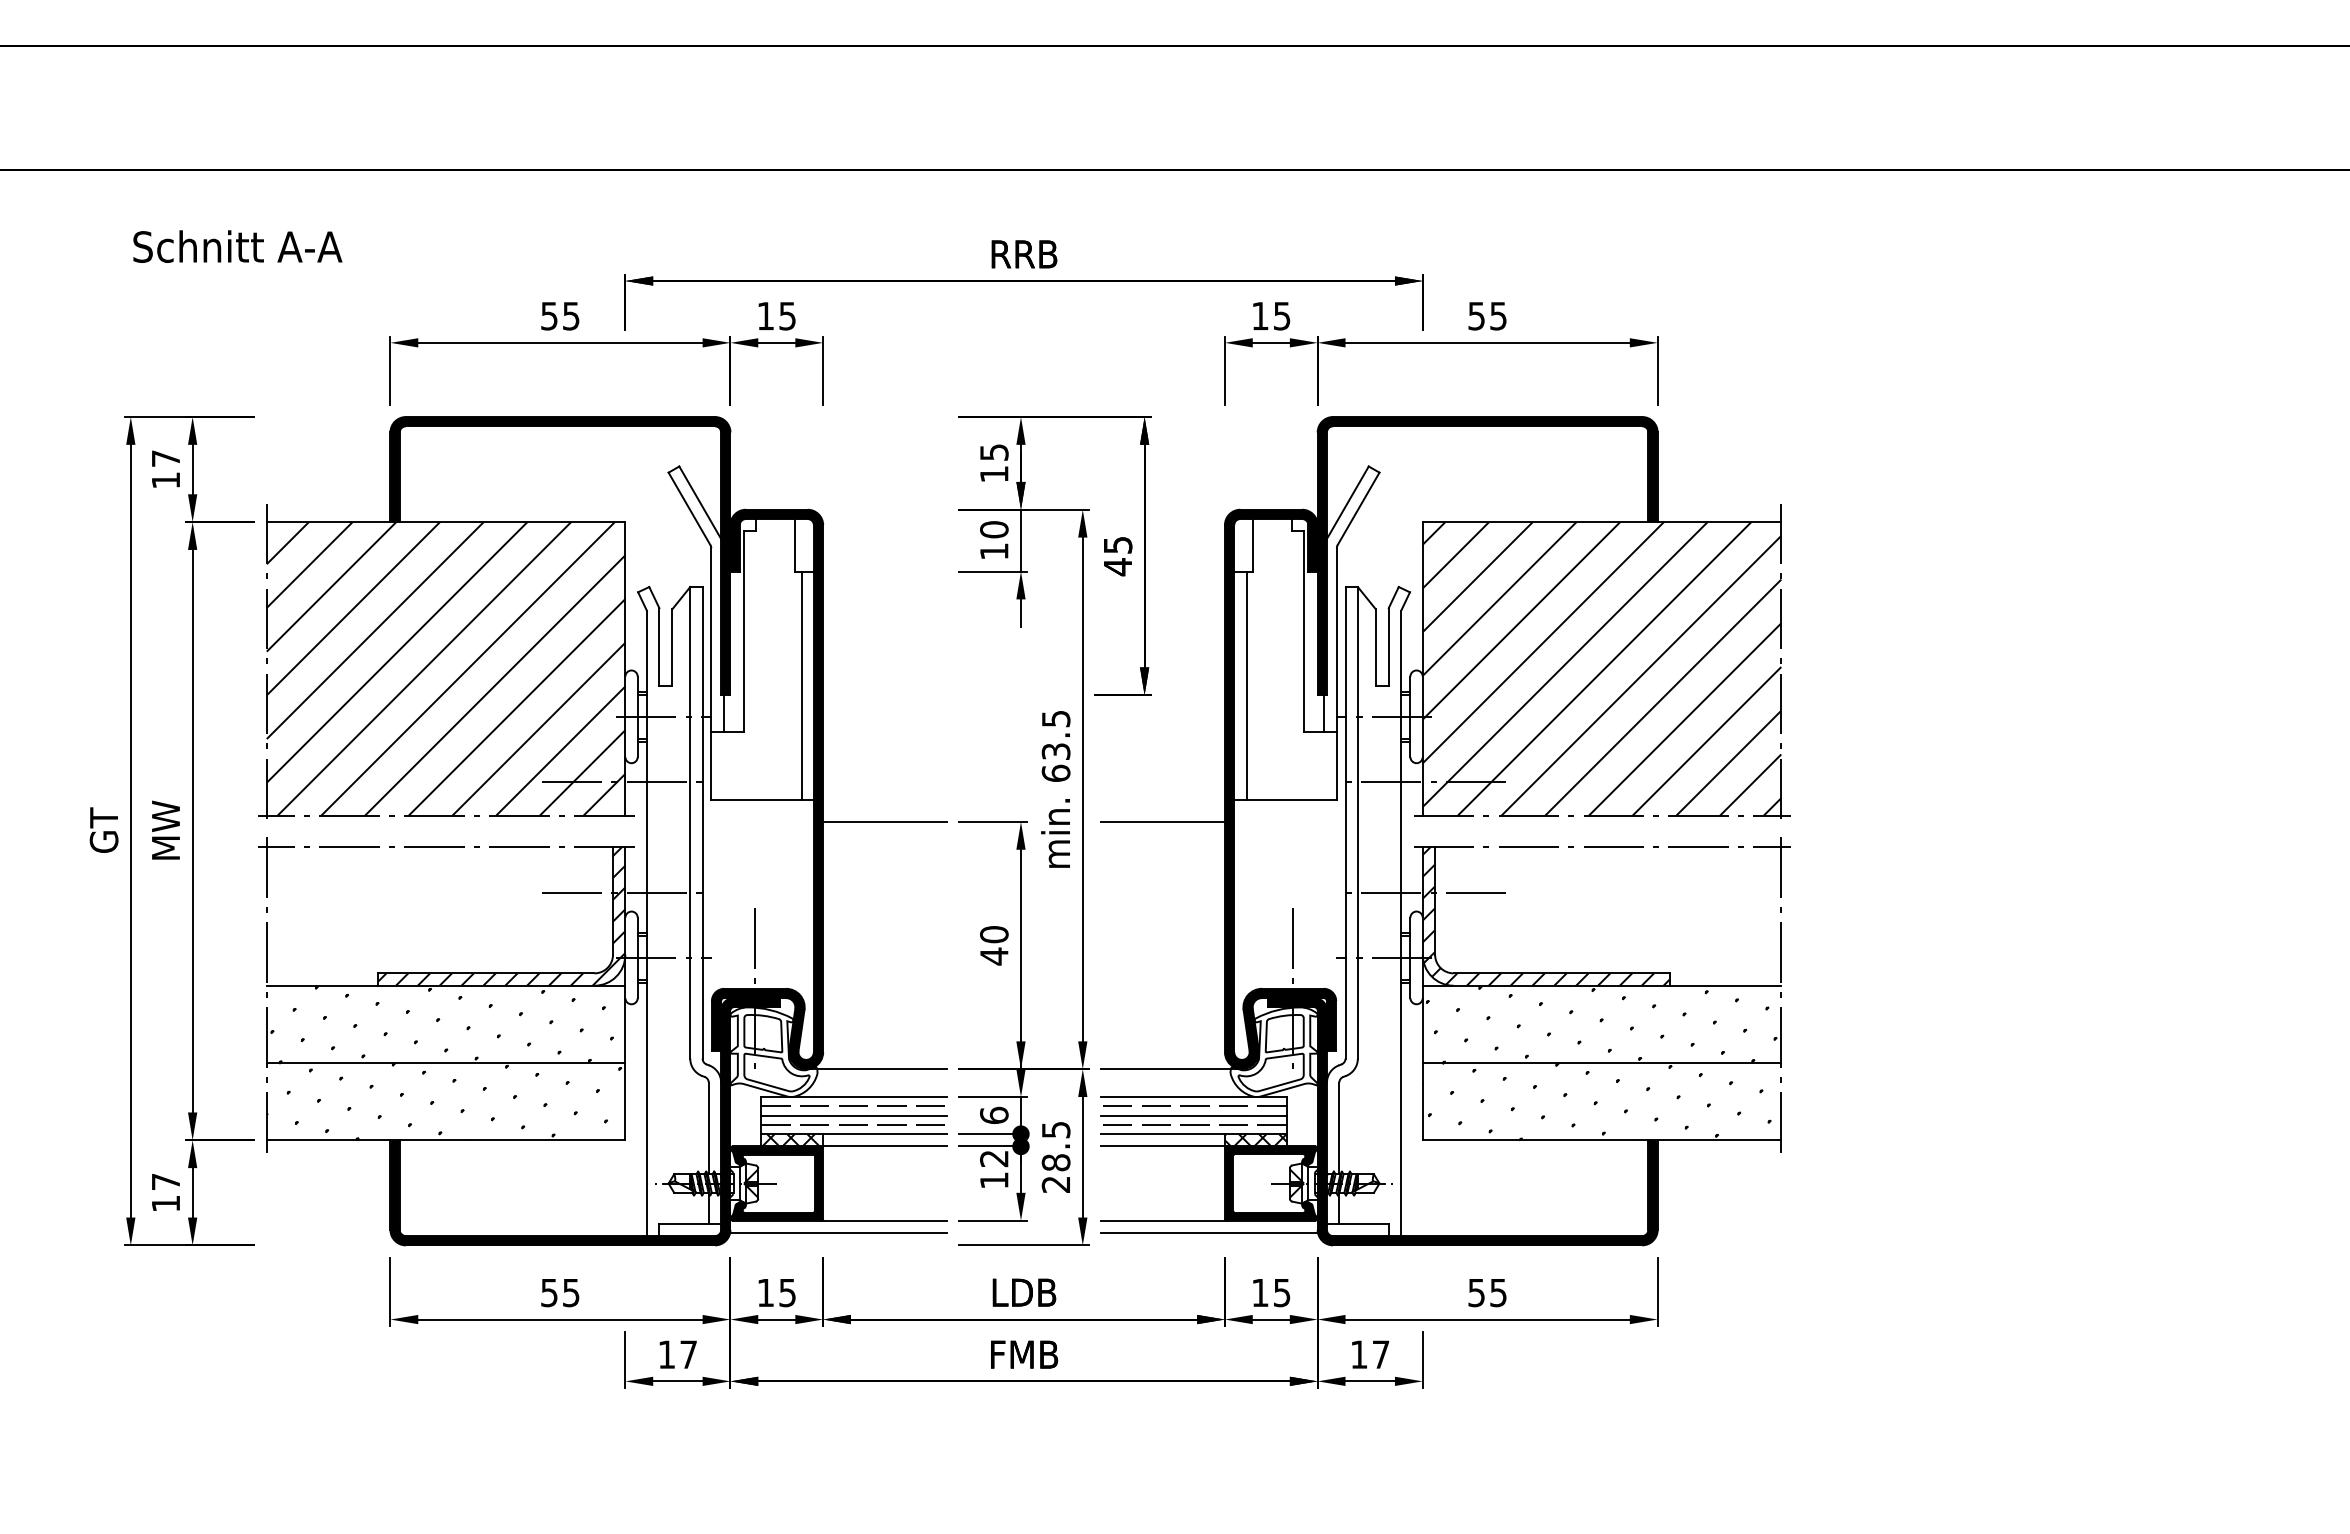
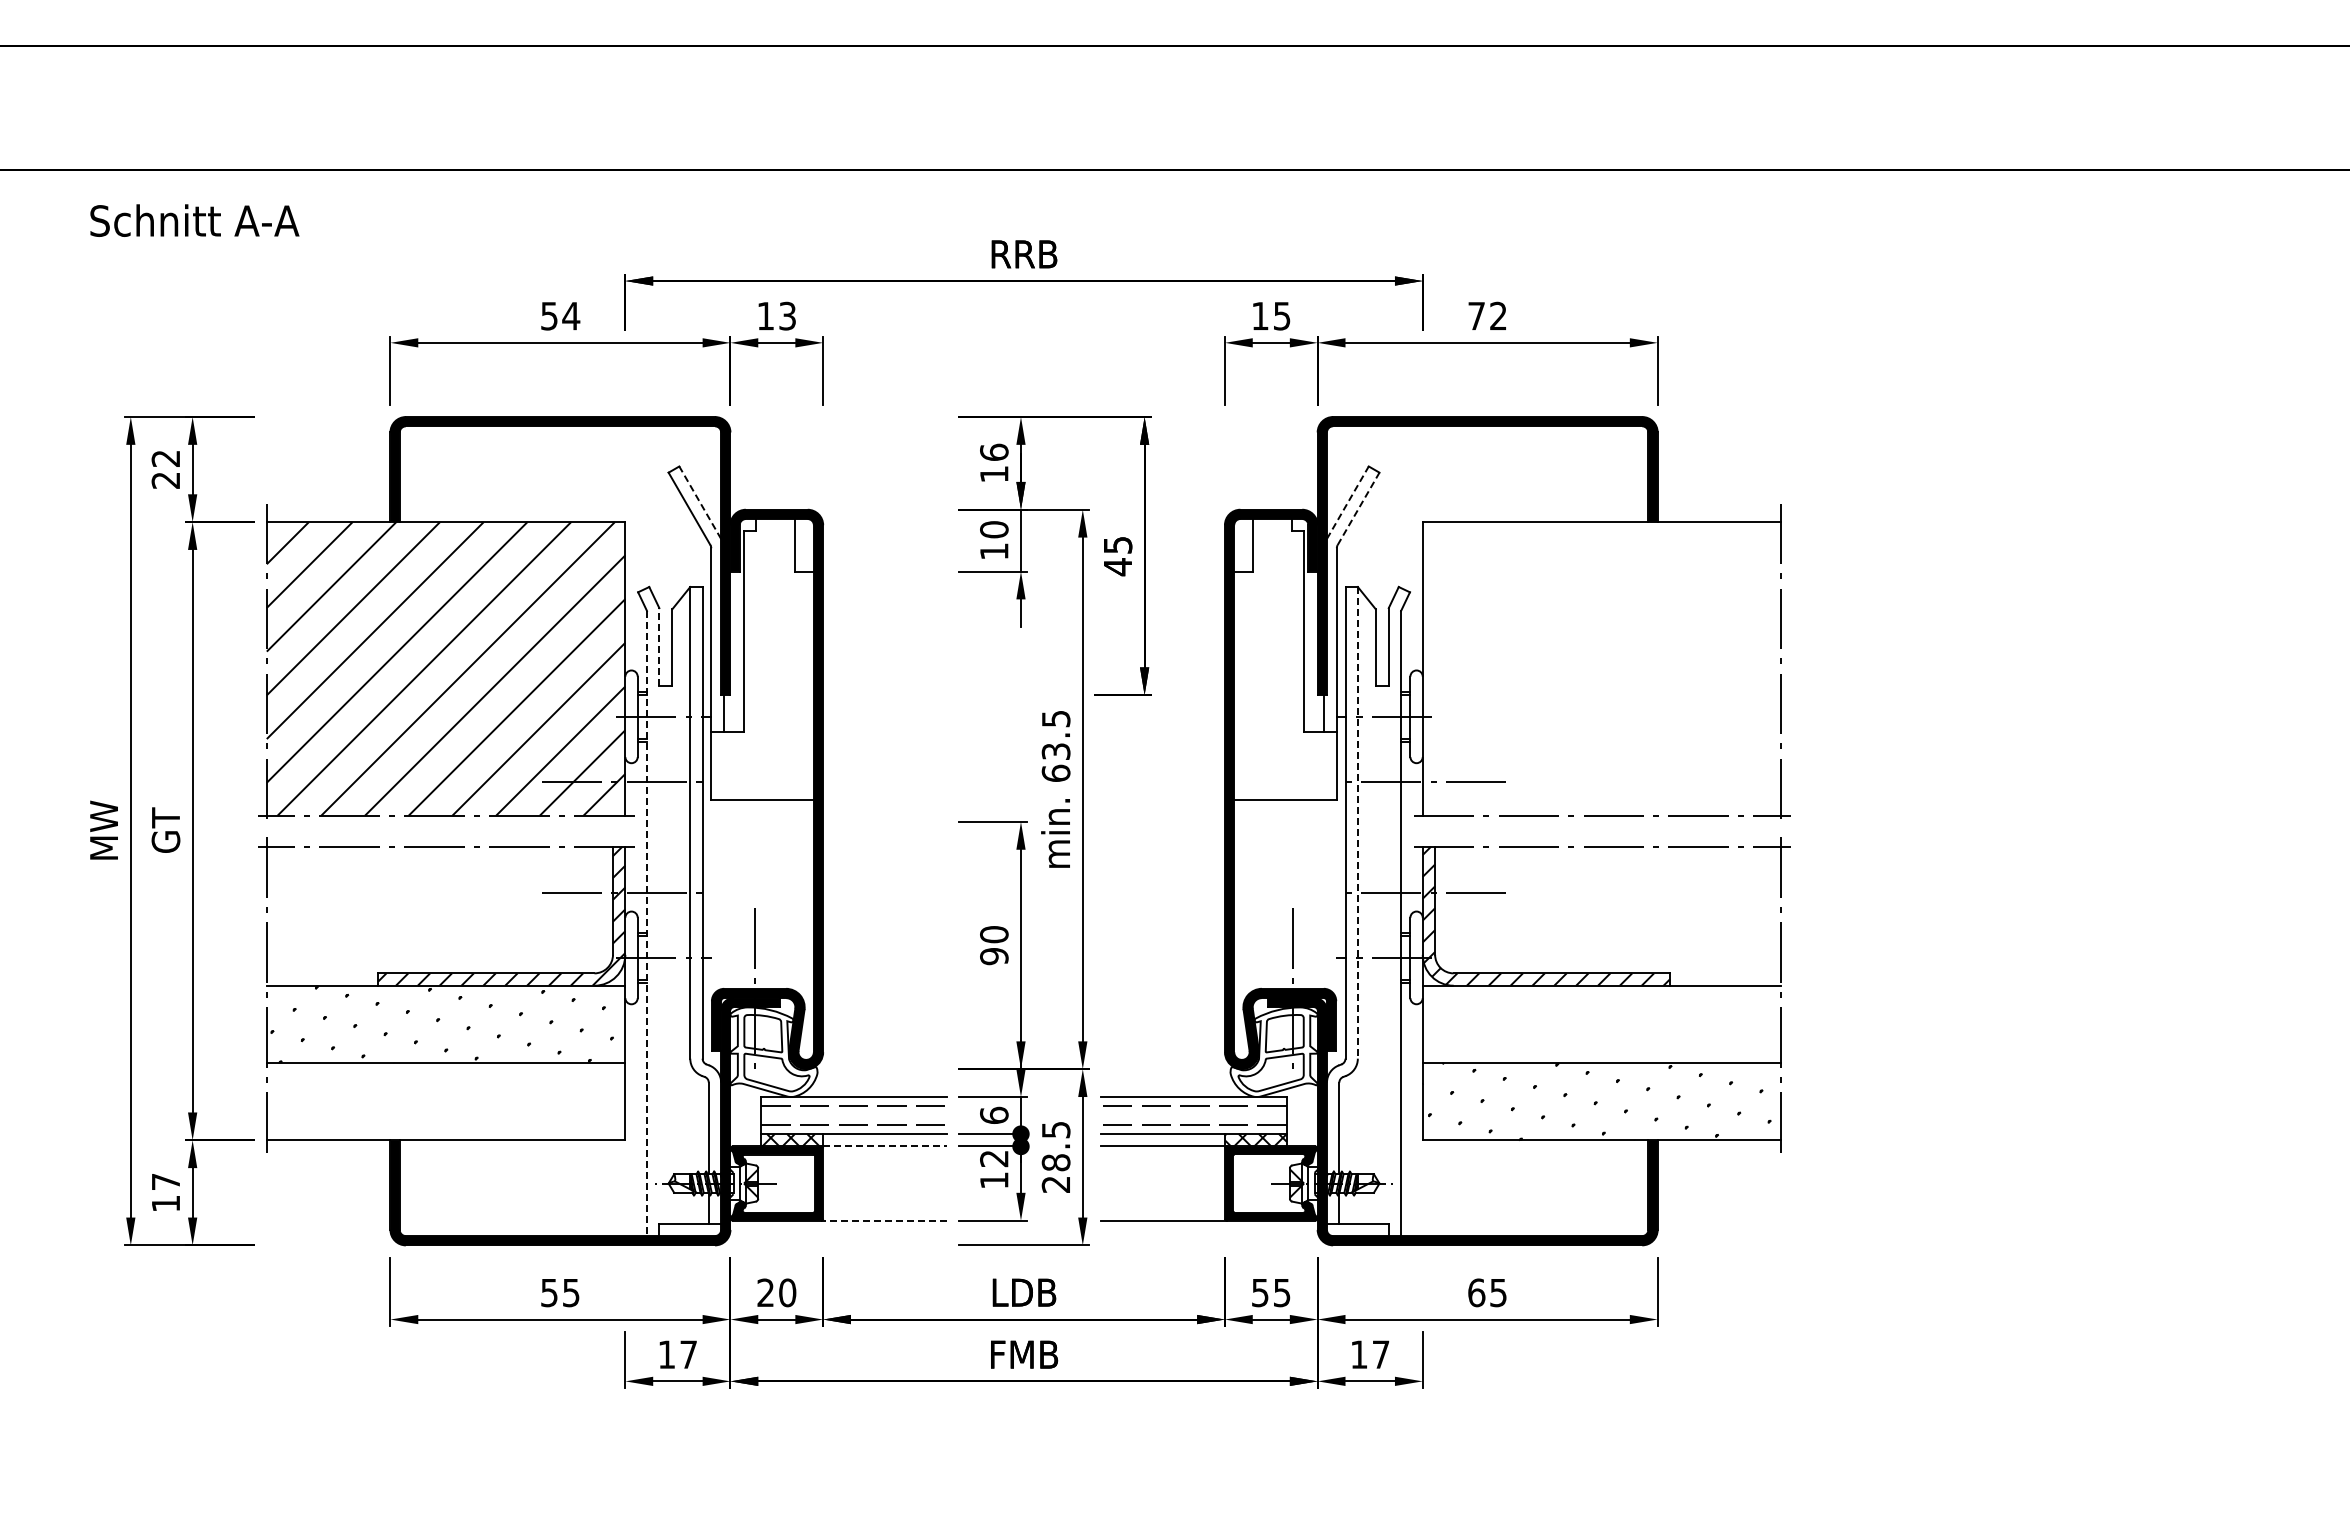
text at (237, 246) position: (237, 246) -> (194, 220)
text at (787, 315): 15 -> 13
text at (1487, 315): 55 -> 72
text at (571, 316): 55 -> 54
text at (994, 451): 15 -> 16
text at (165, 469): 17 -> 22
line at (700, 502): solid -> dashed
line at (1347, 502): solid -> dashed
line at (1358, 508): solid -> dashed
line at (659, 647): solid -> dashed
hatch at (1601, 668): present -> none
line at (801, 685): present -> none
line at (1246, 685): present -> none
line at (884, 821): present -> none
line at (1162, 821): present -> none
line at (1357, 822): solid -> dashed
text at (103, 829): GT -> MW
text at (165, 829): MW -> GT
line at (647, 923): solid -> dashed
text at (994, 956): 40 -> 90
hatch at (1601, 1024): present -> none
line at (876, 1069): present -> none
line at (1171, 1069): present -> none
hatch at (443, 1101): present -> none
line at (853, 1115): present -> none
line at (1193, 1115): present -> none
line at (884, 1146): solid -> dashed
line at (884, 1220): solid -> dashed
line at (838, 1233): present -> none
line at (1209, 1233): present -> none
text at (776, 1292): 15 -> 20
text at (1476, 1292): 55 -> 65
text at (1260, 1293): 15 -> 55
